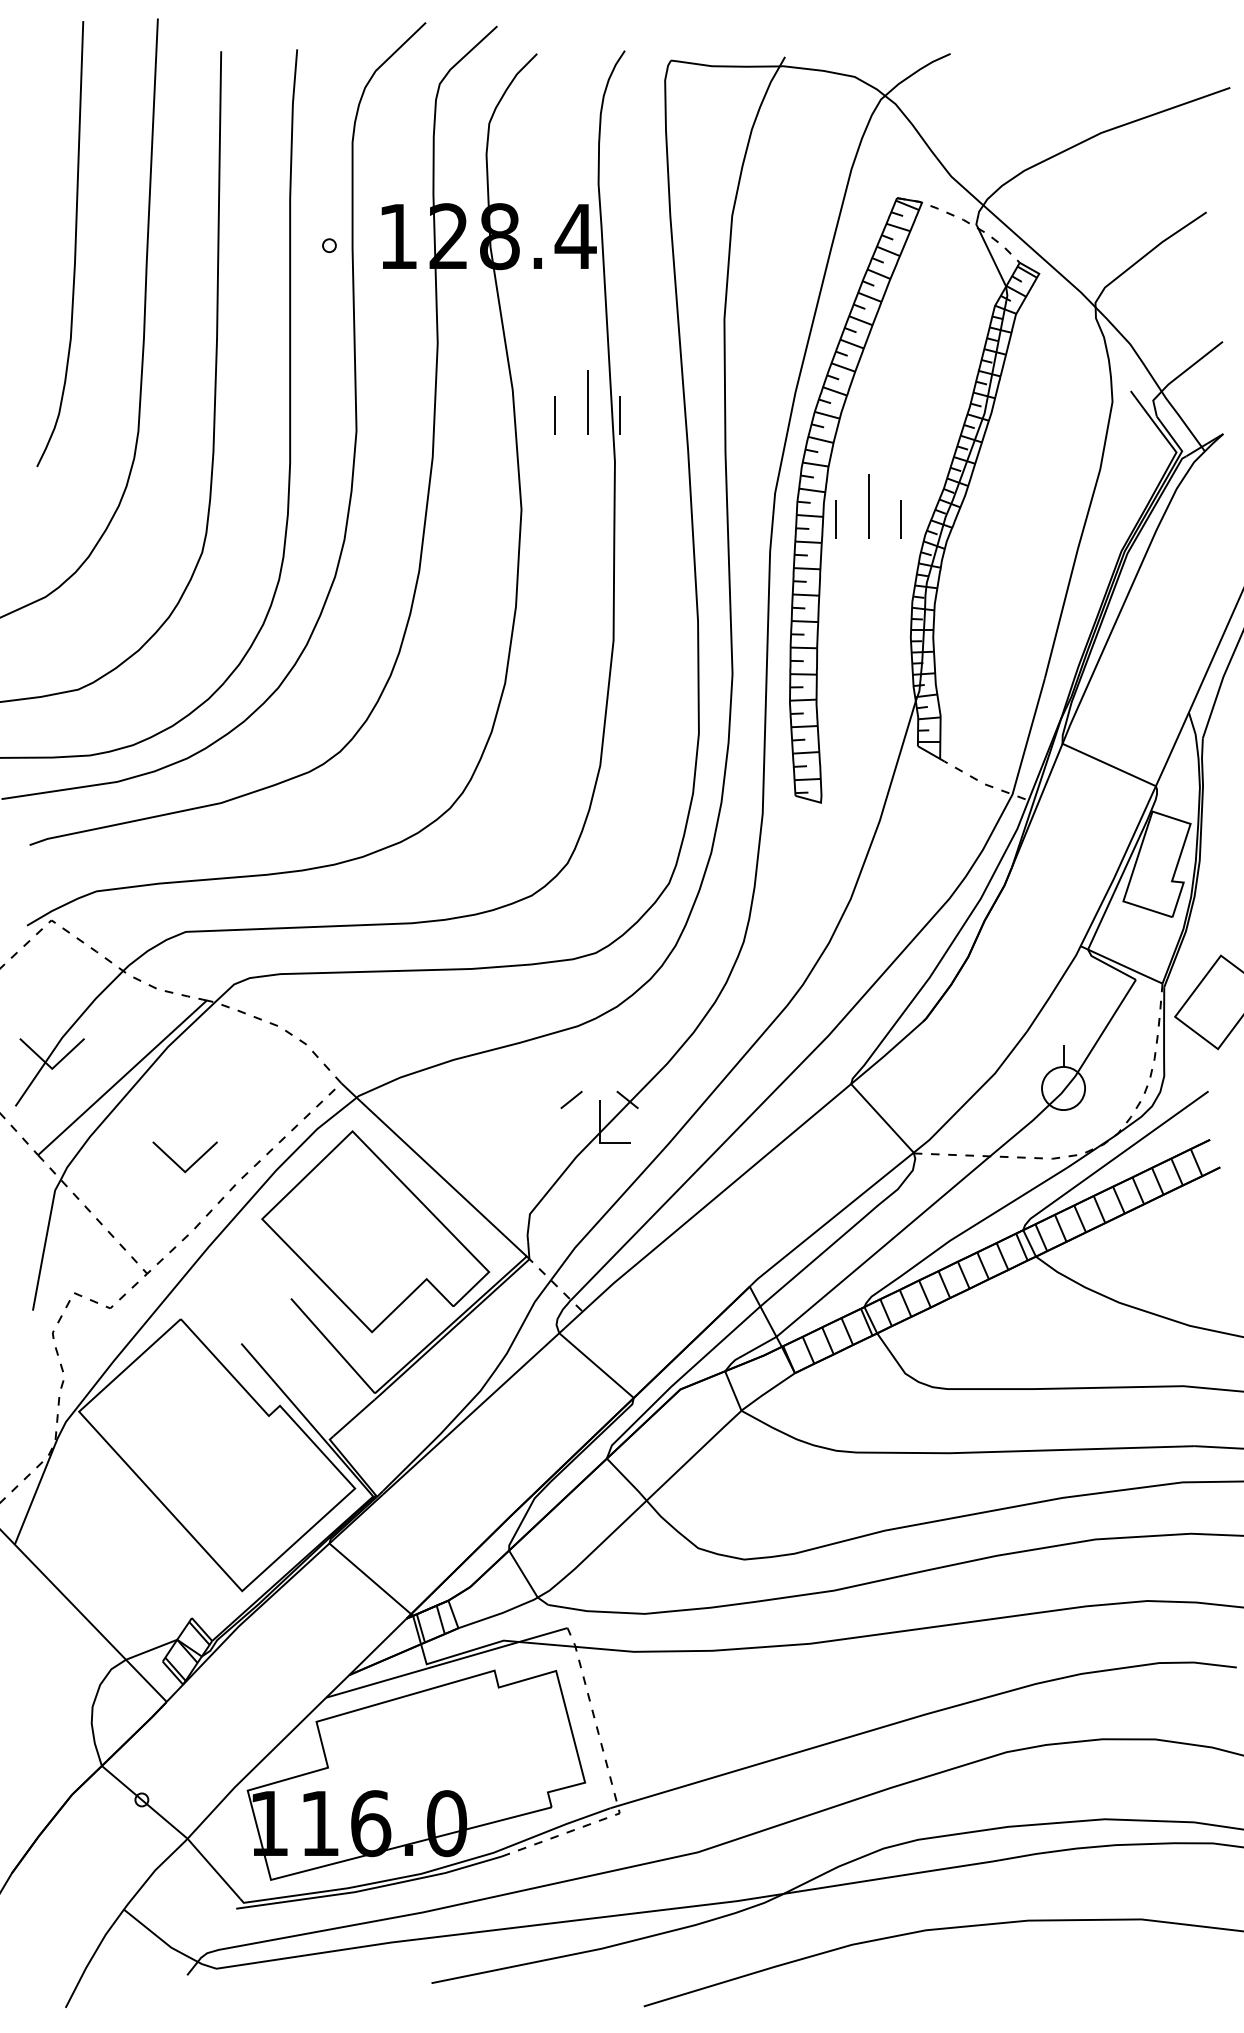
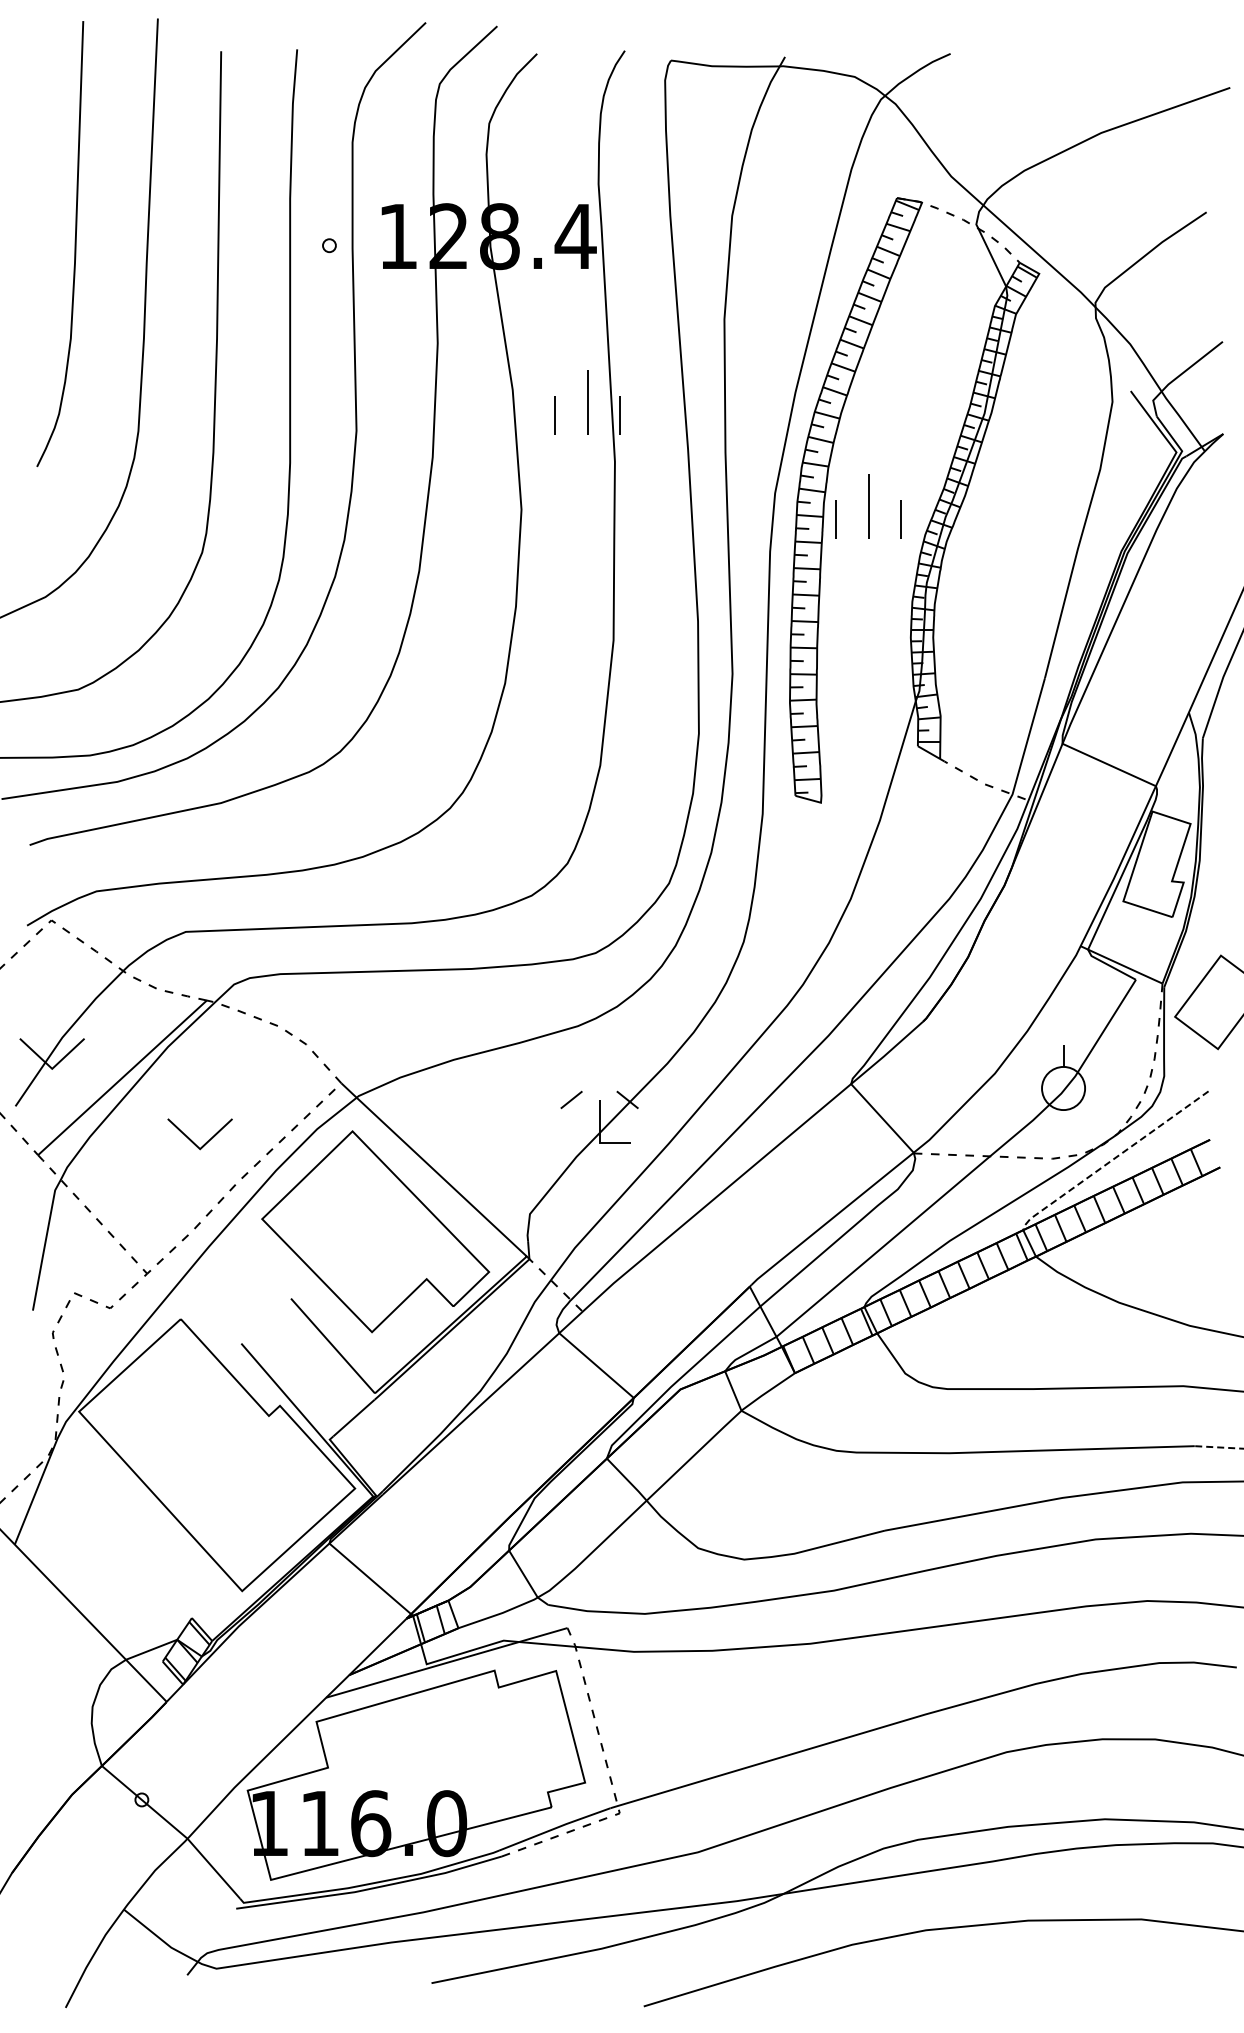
line at (1112, 1160): solid -> dashed
part at (177, 1163) position: (177, 1163) -> (192, 1140)
line at (1218, 1447): solid -> dashed
